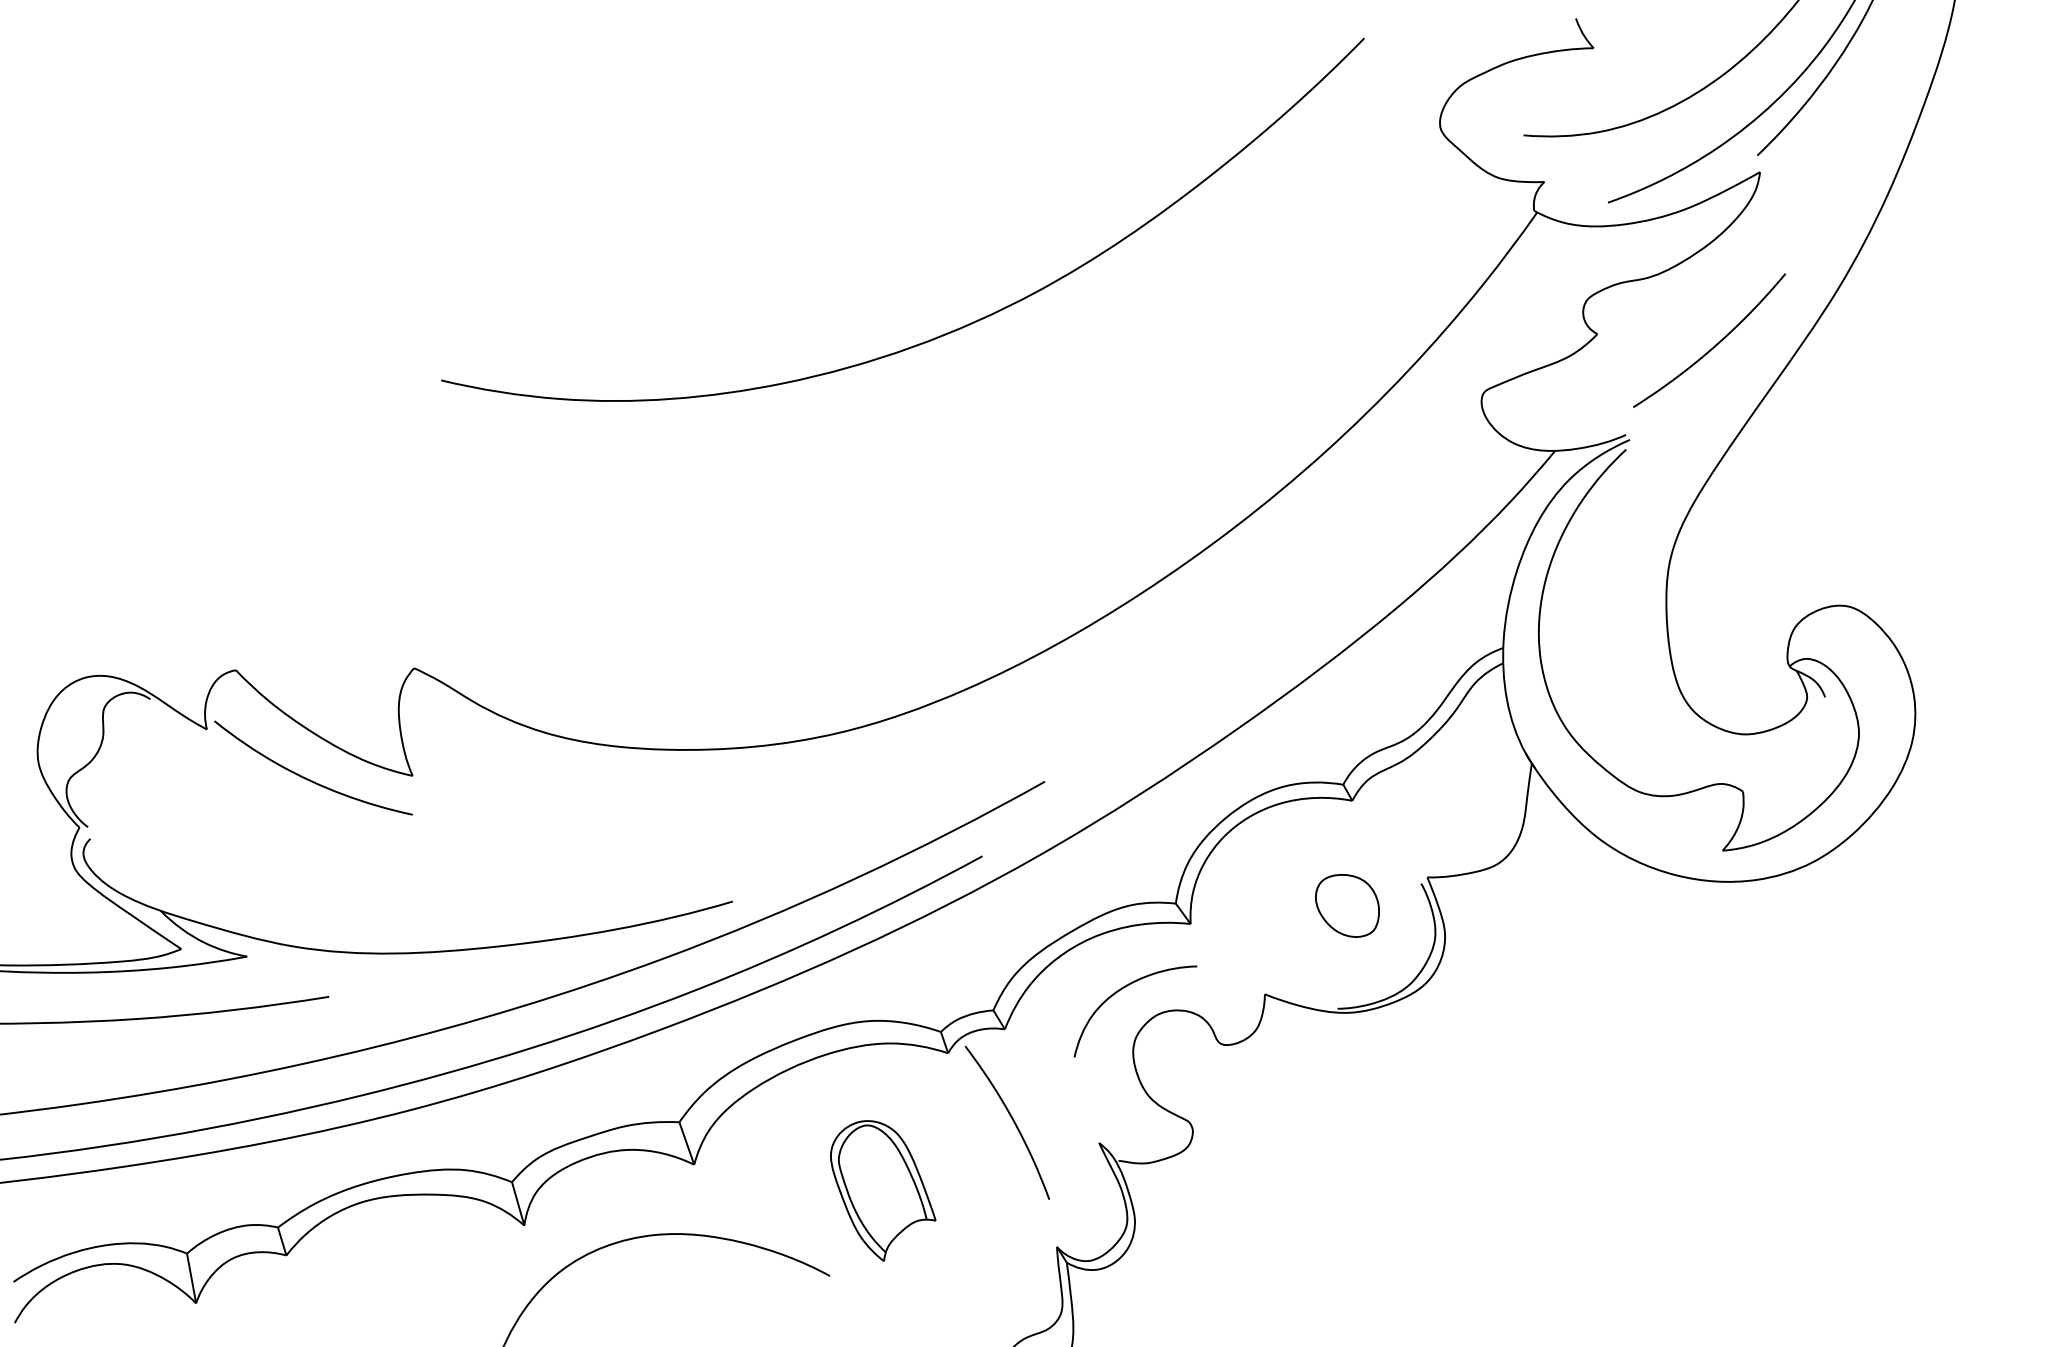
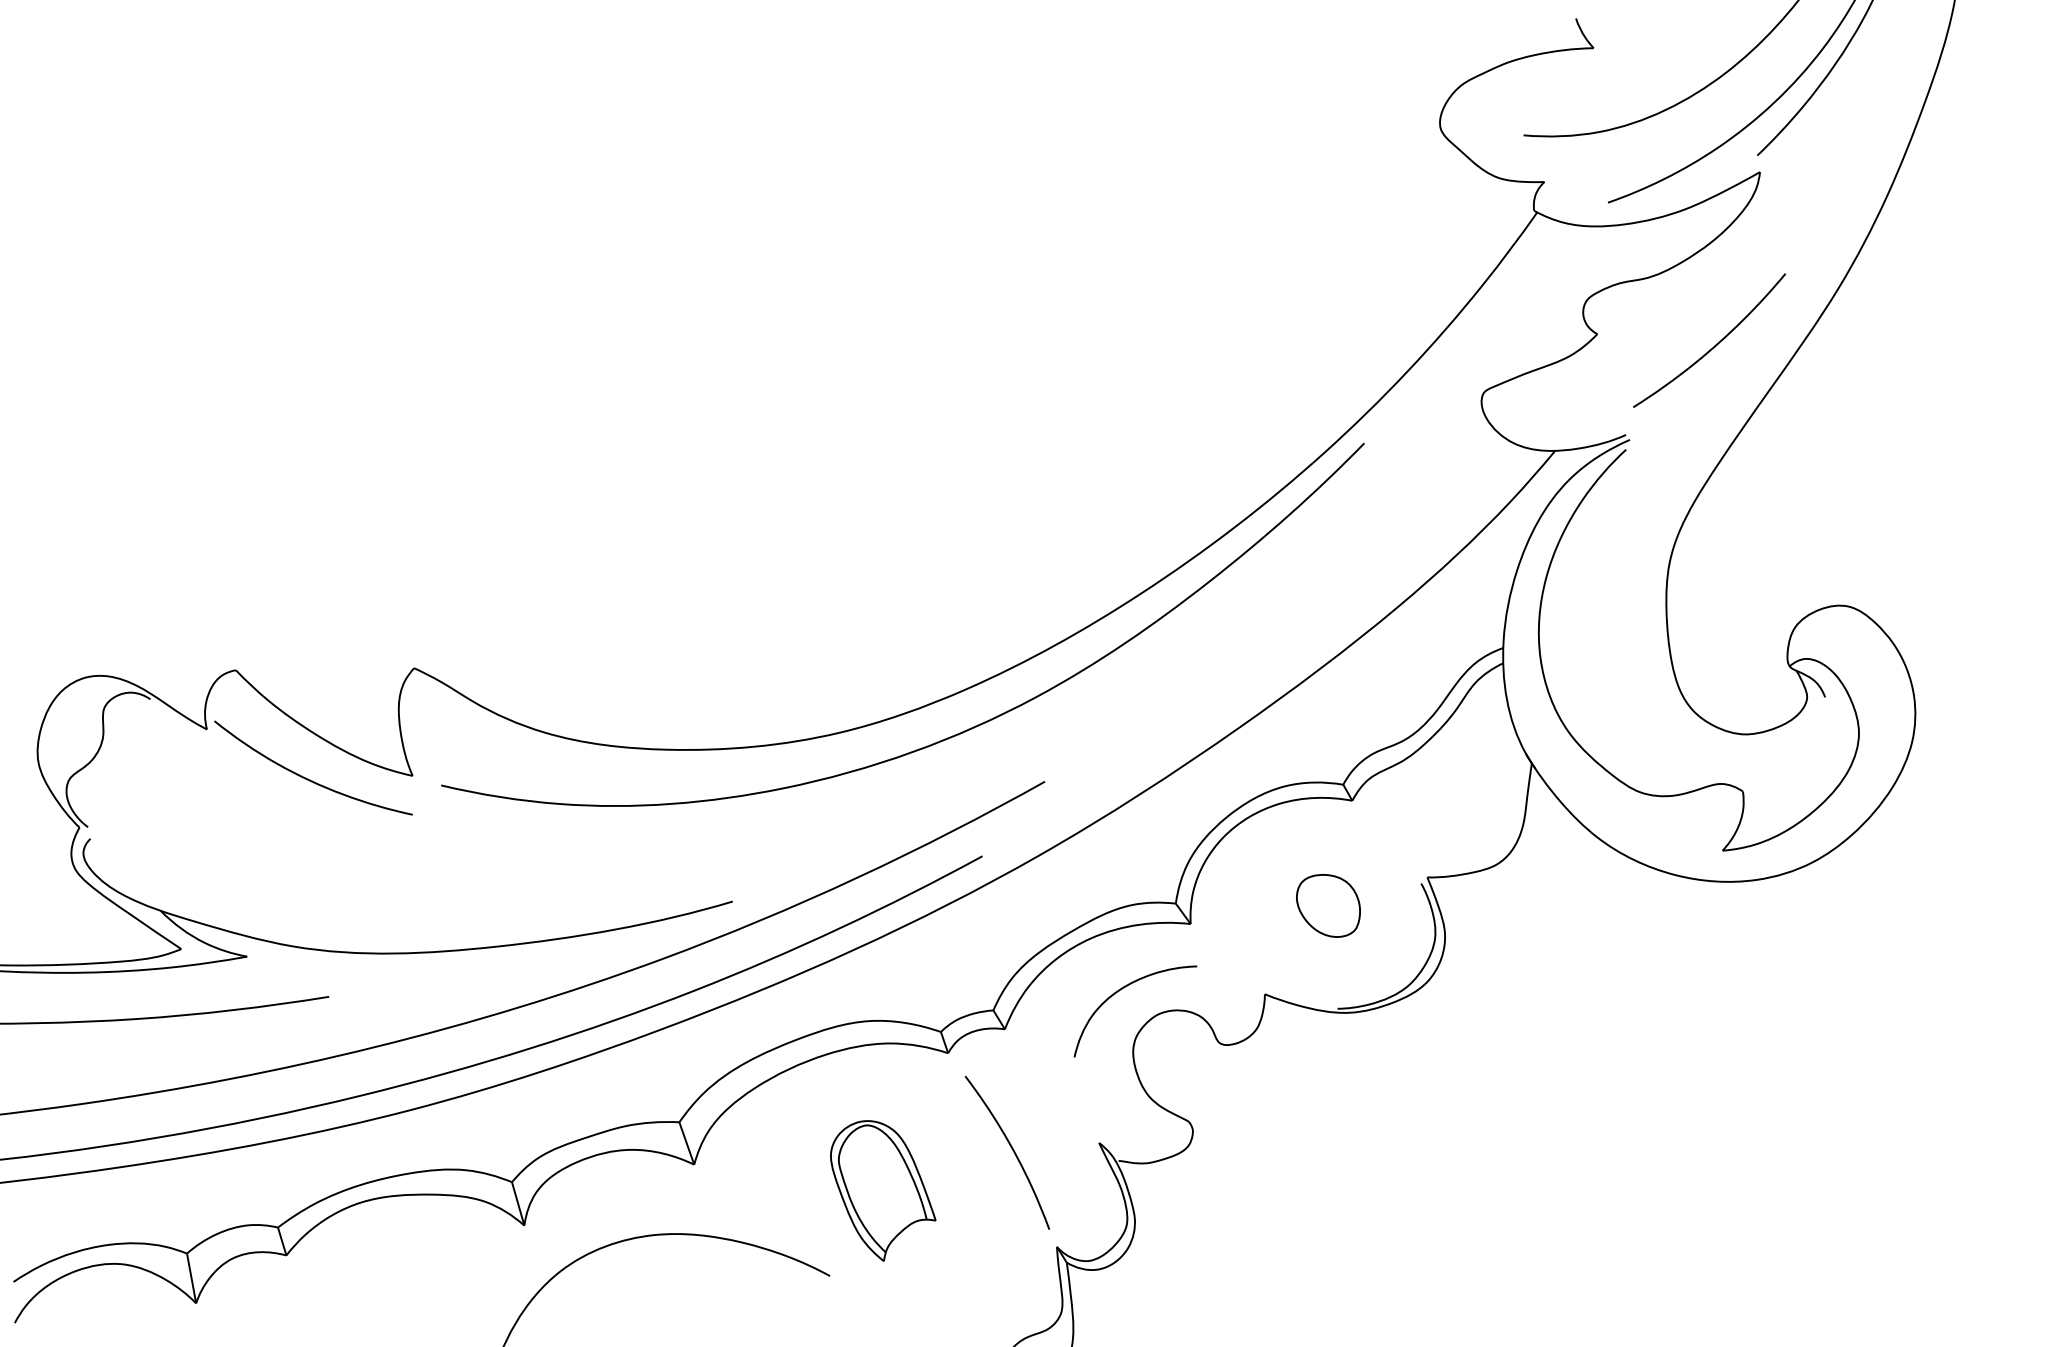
curve at (949, 331) position: (949, 331) -> (949, 736)
part at (1347, 905) position: (1347, 905) -> (1328, 905)
curve at (1011, 1119) position: (1011, 1119) -> (1011, 1149)
